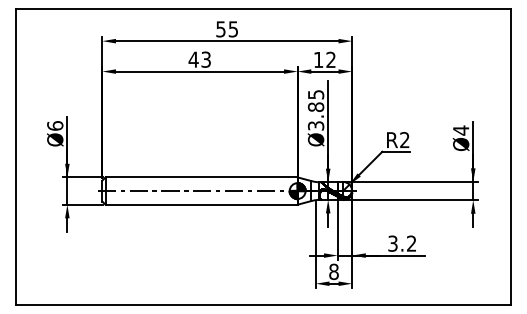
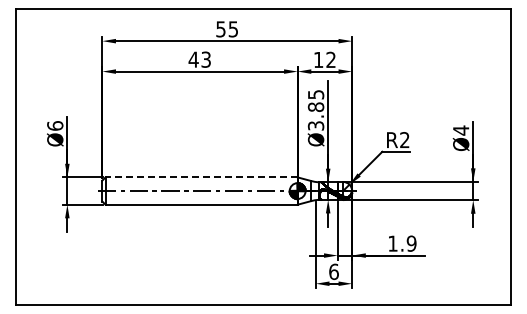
line at (201, 177): solid -> dashed
text at (402, 243): 3.2 -> 1.9
text at (333, 271): 8 -> 6
